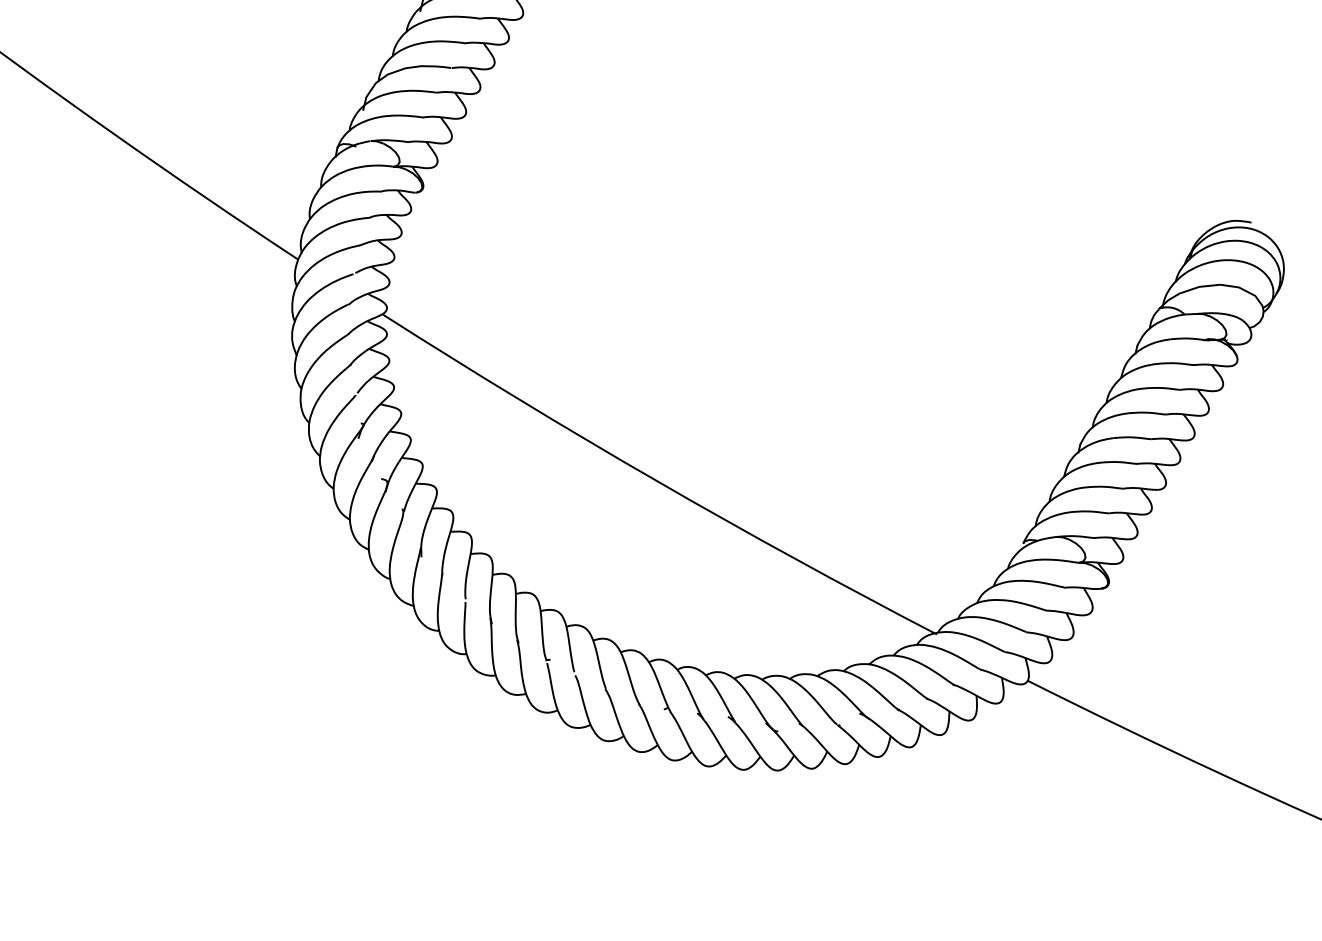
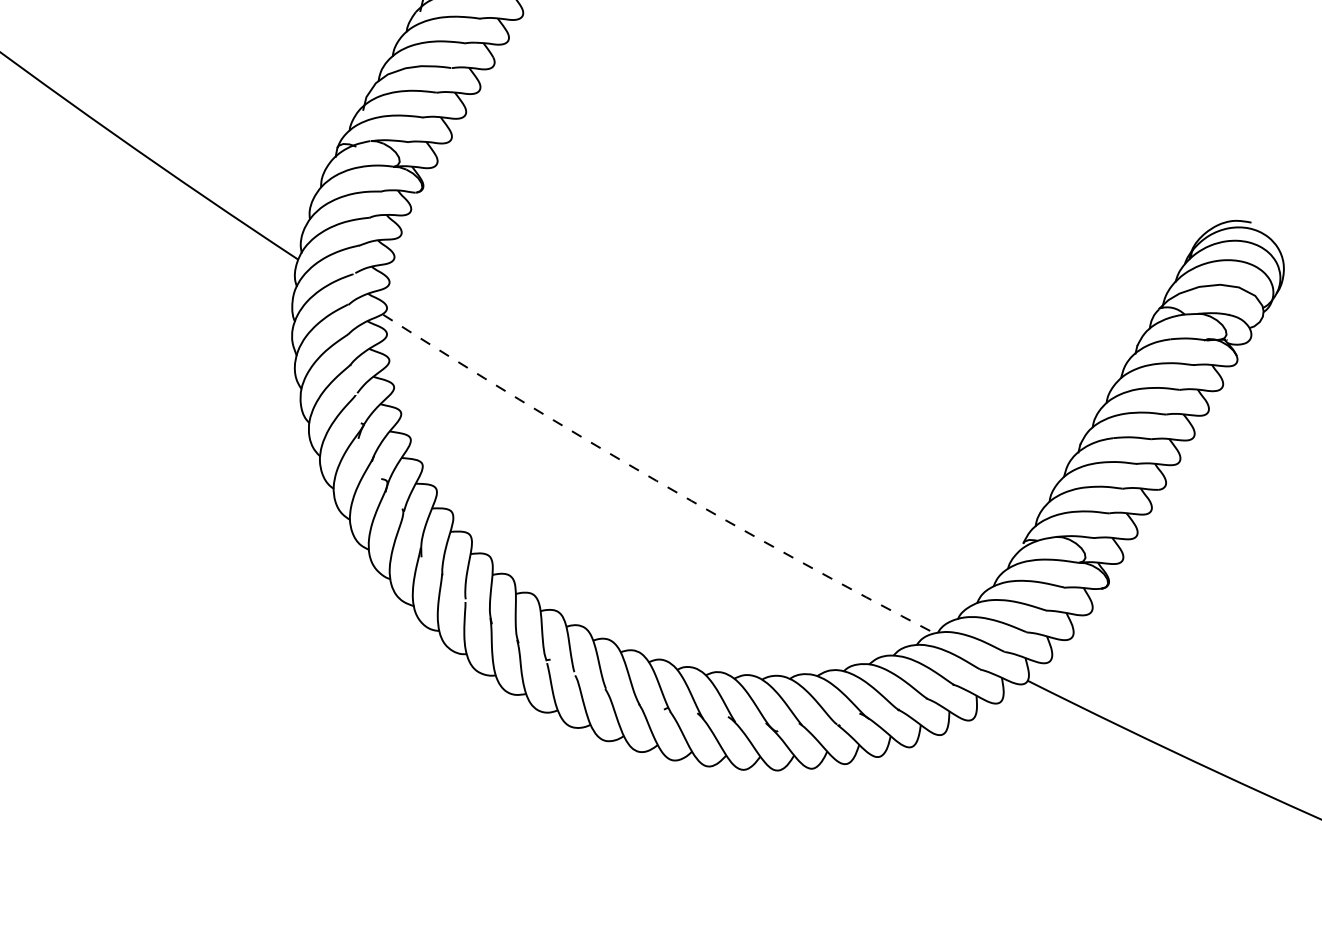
arc at (656, 480): solid -> dashed
